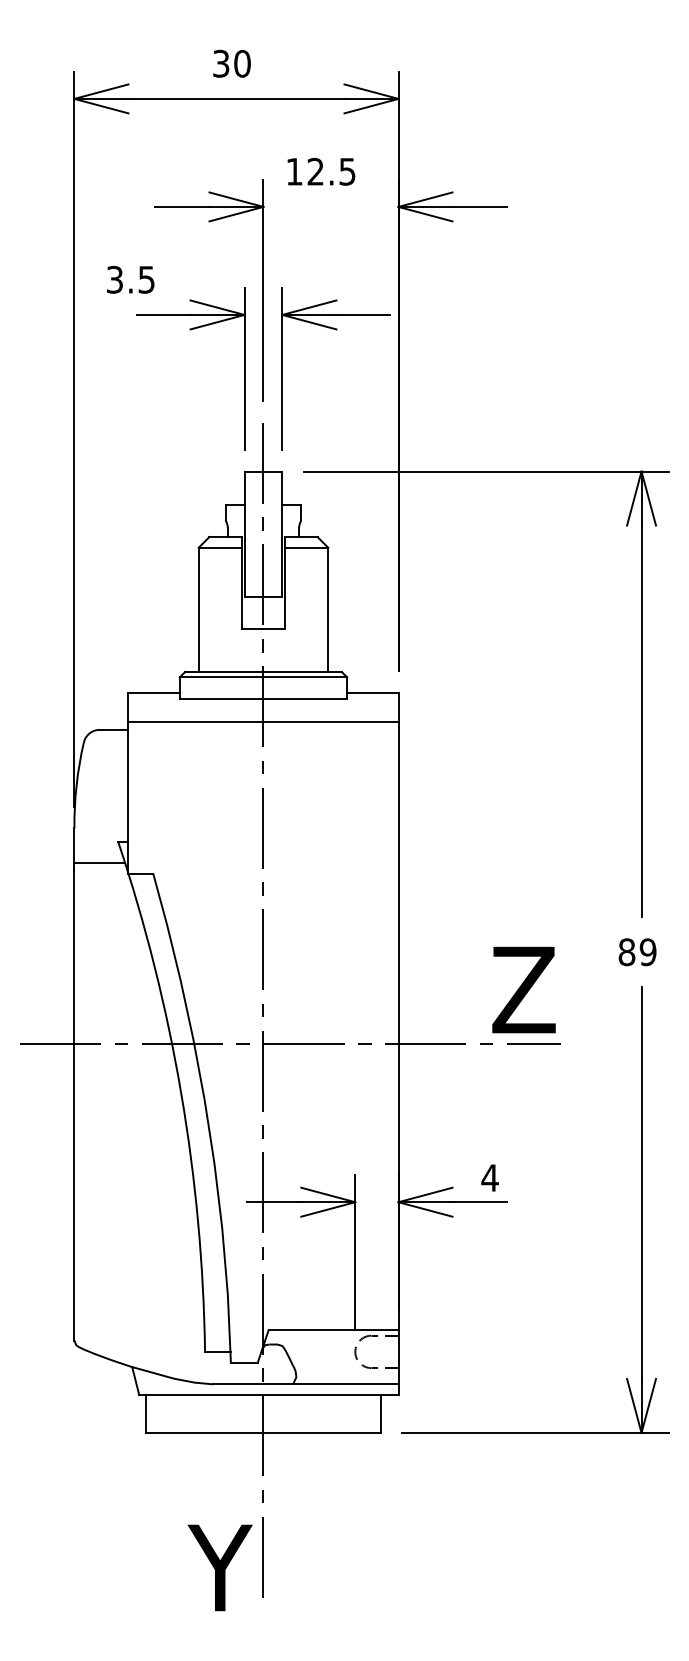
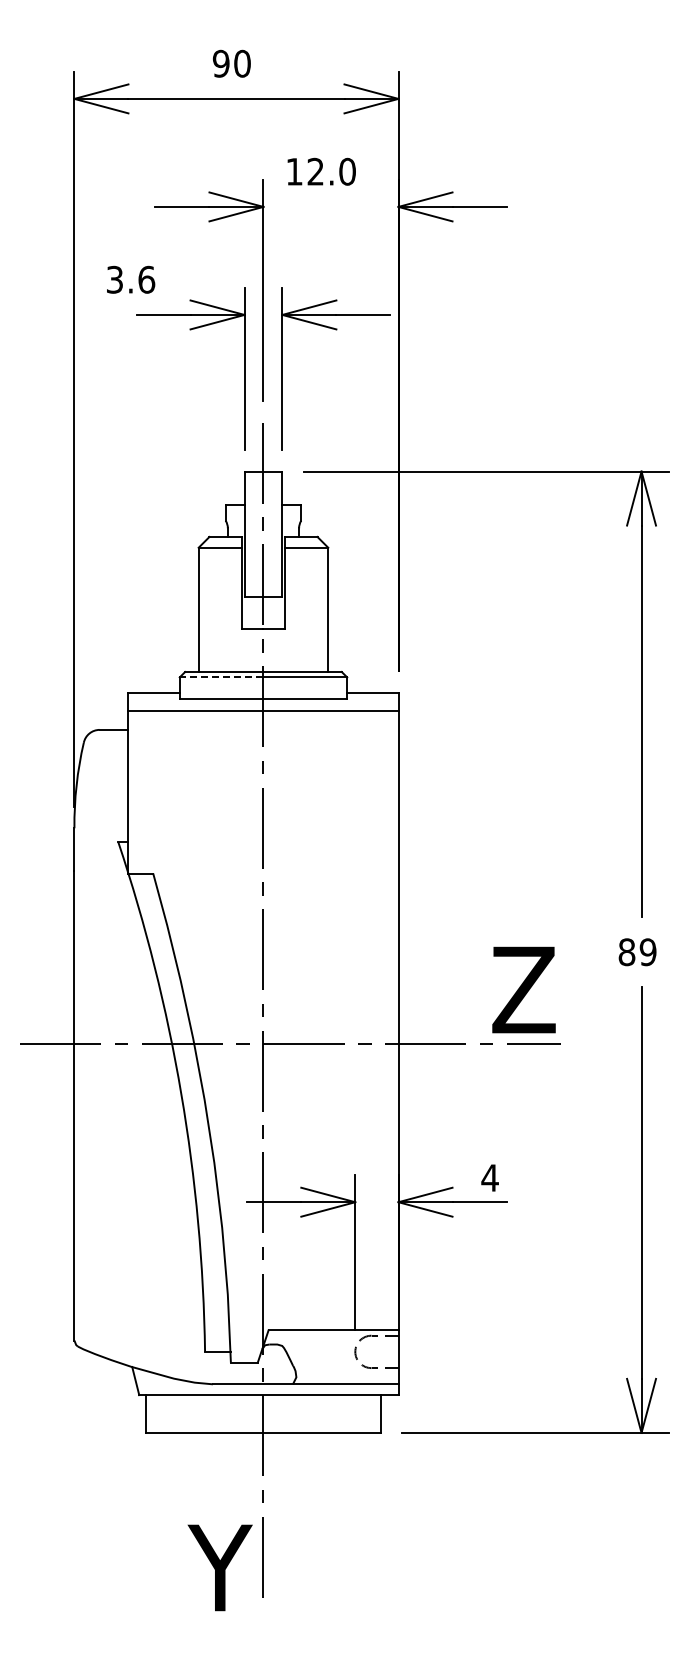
text at (220, 63): 30 -> 90
text at (347, 171): 12.5 -> 12.0
text at (146, 279): 3.5 -> 3.6
line at (221, 677): solid -> dashed
line at (263, 722) position: (263, 722) -> (263, 711)
line at (99, 862): present -> none
